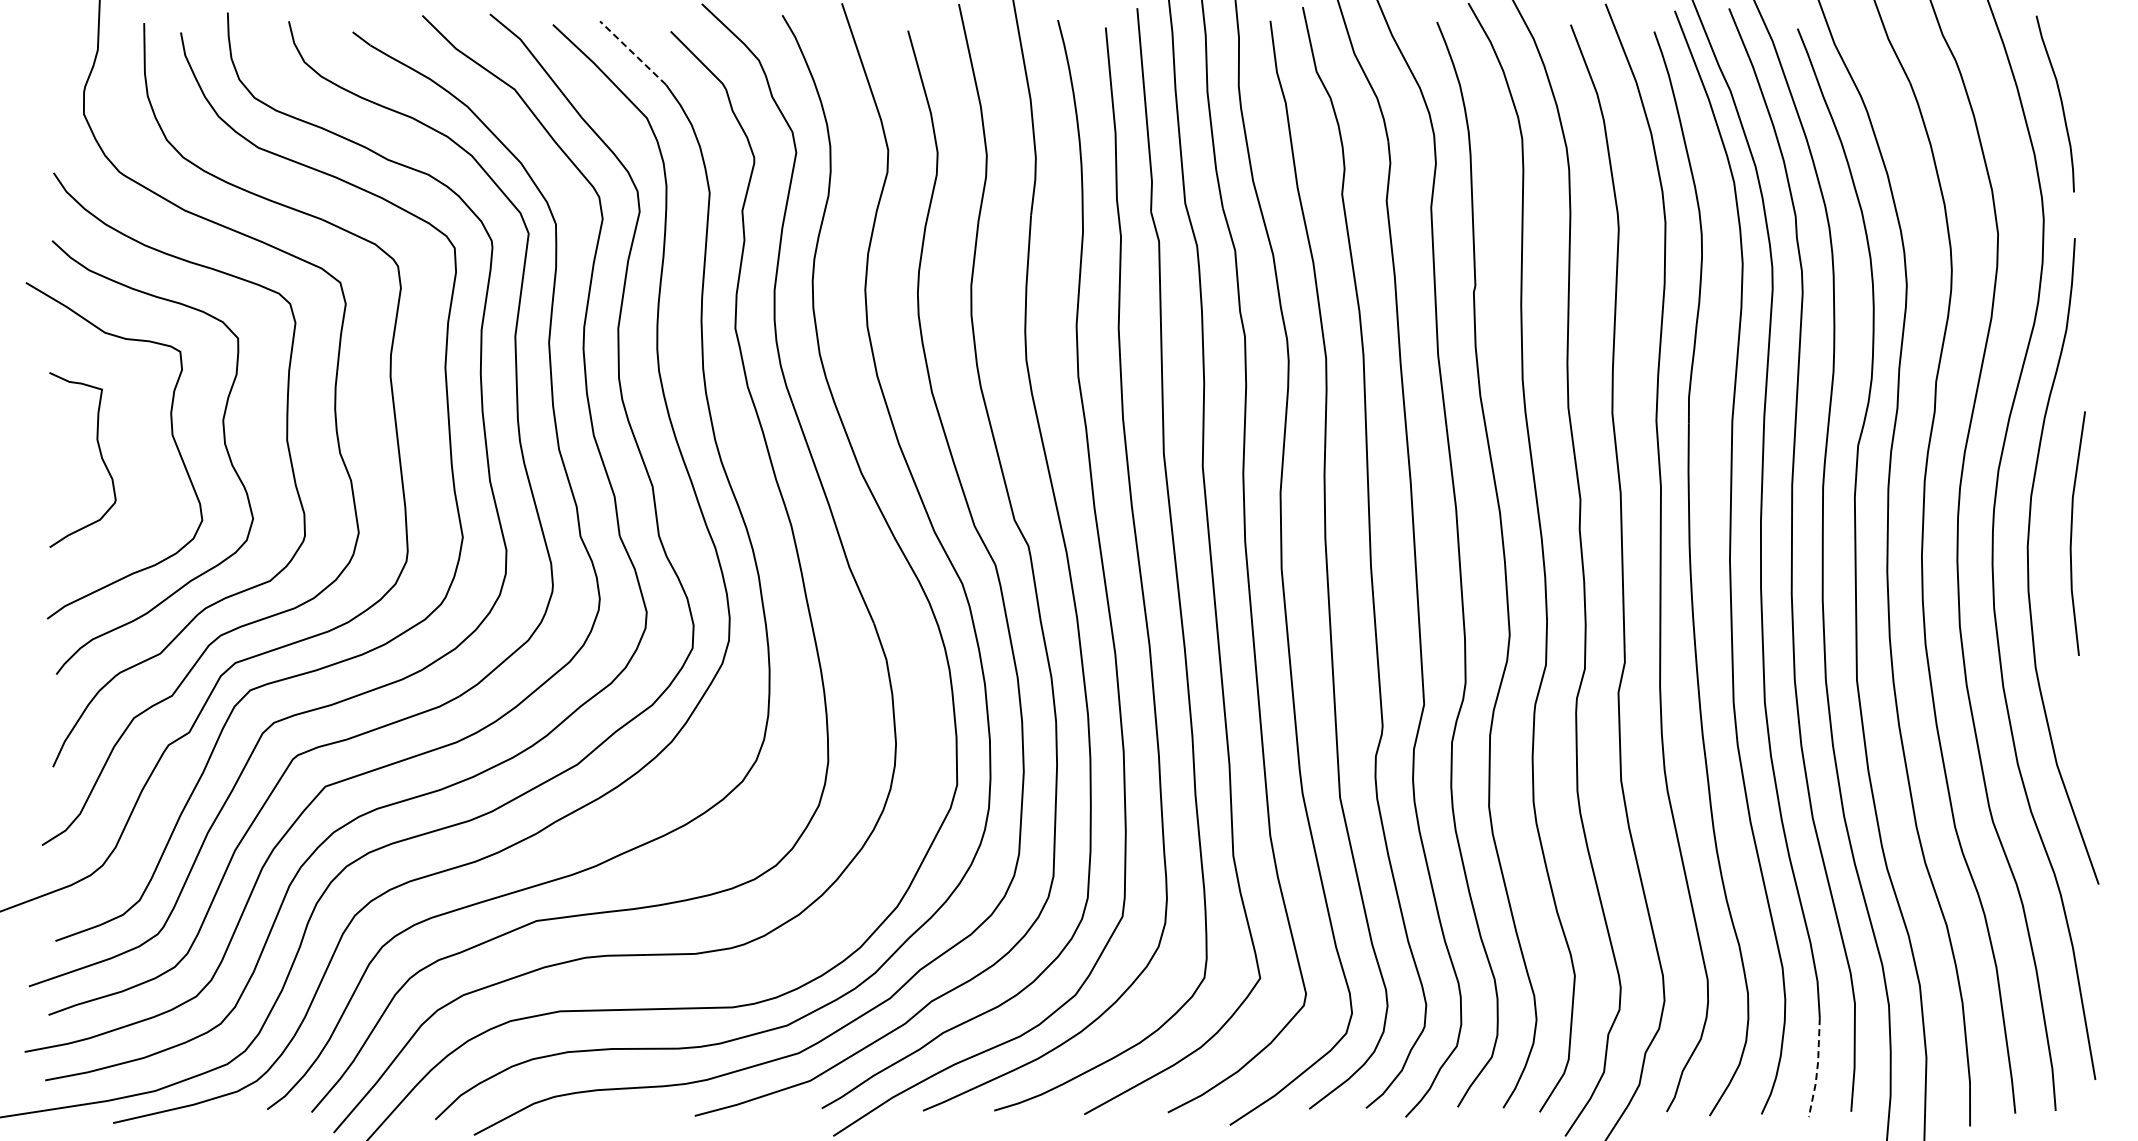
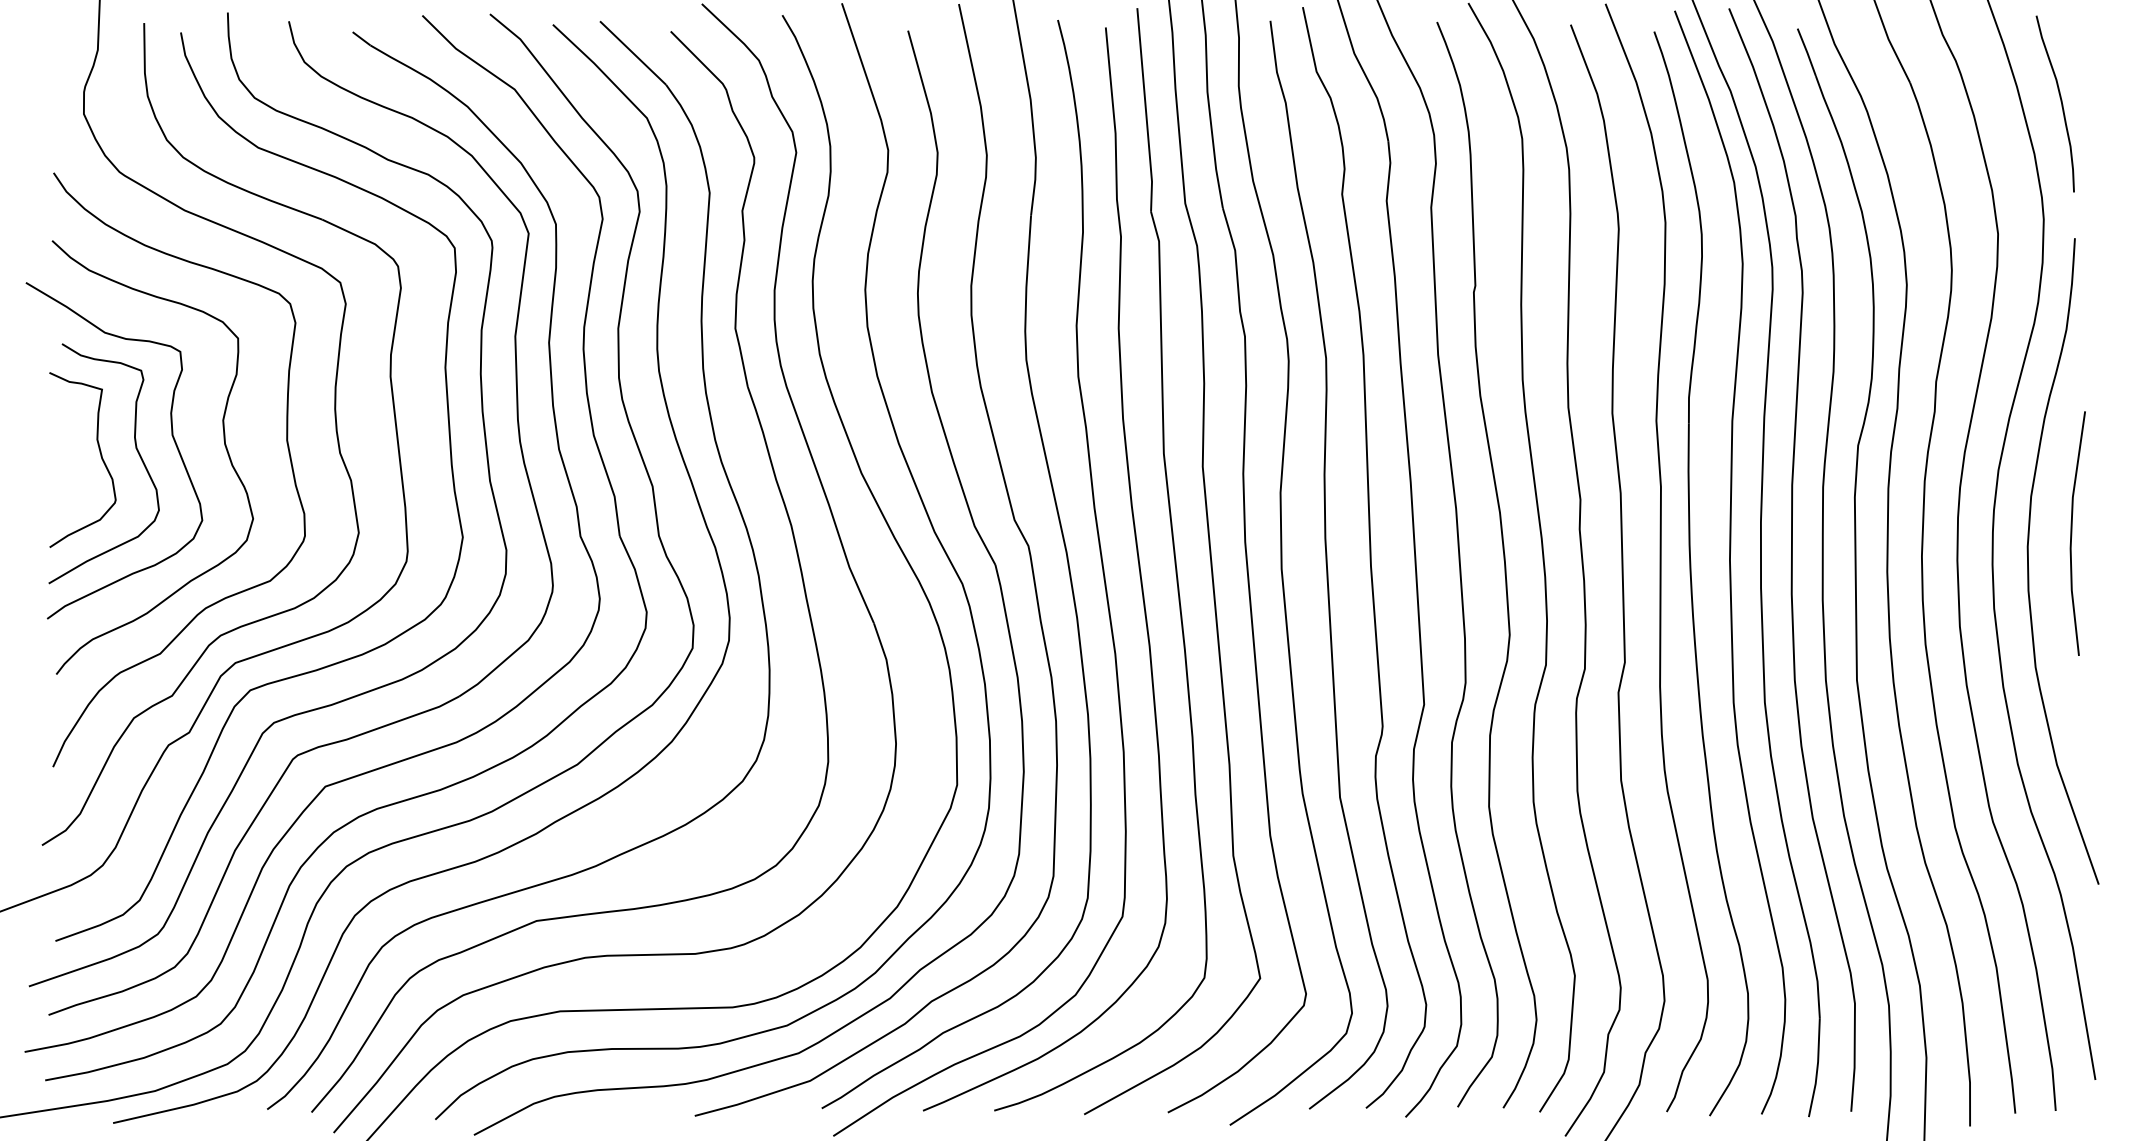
line at (632, 52): dashed -> solid
curve at (135, 448): none -> present
line at (1817, 1067): dashed -> solid
